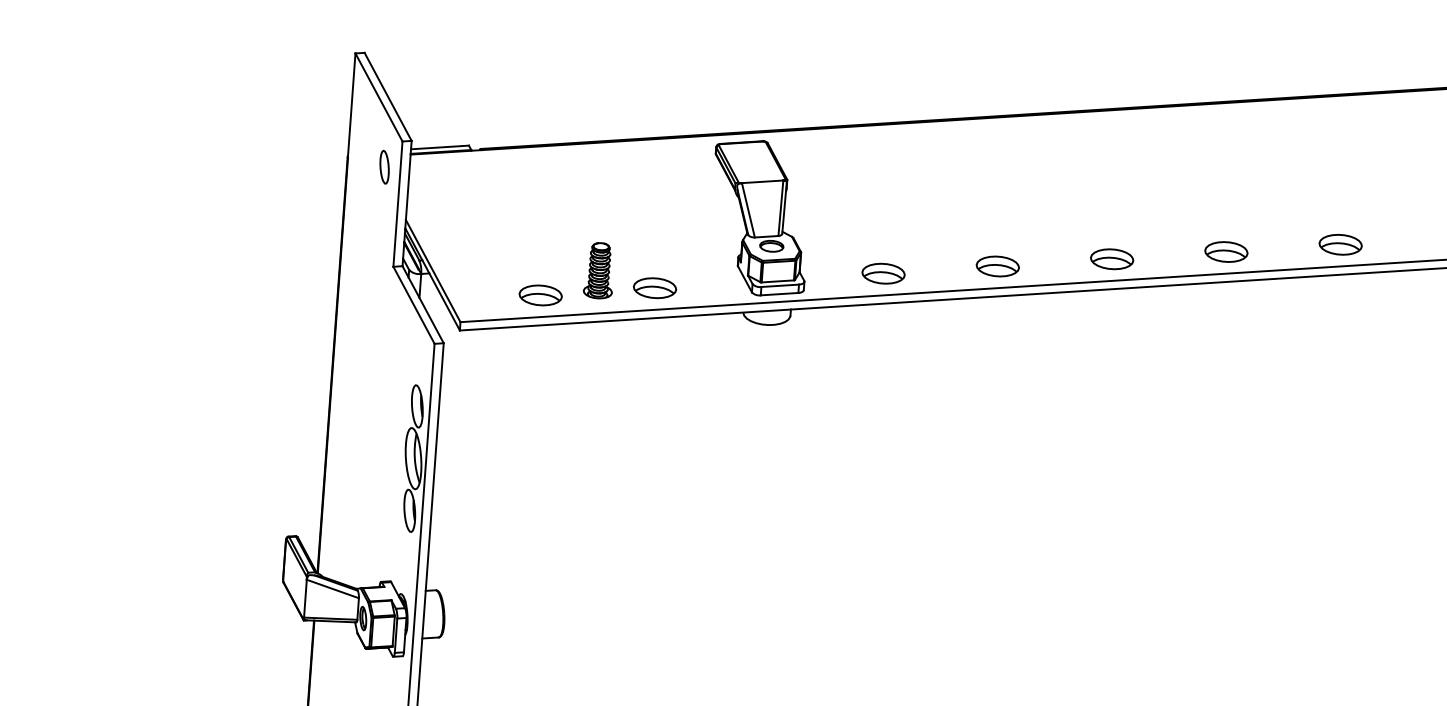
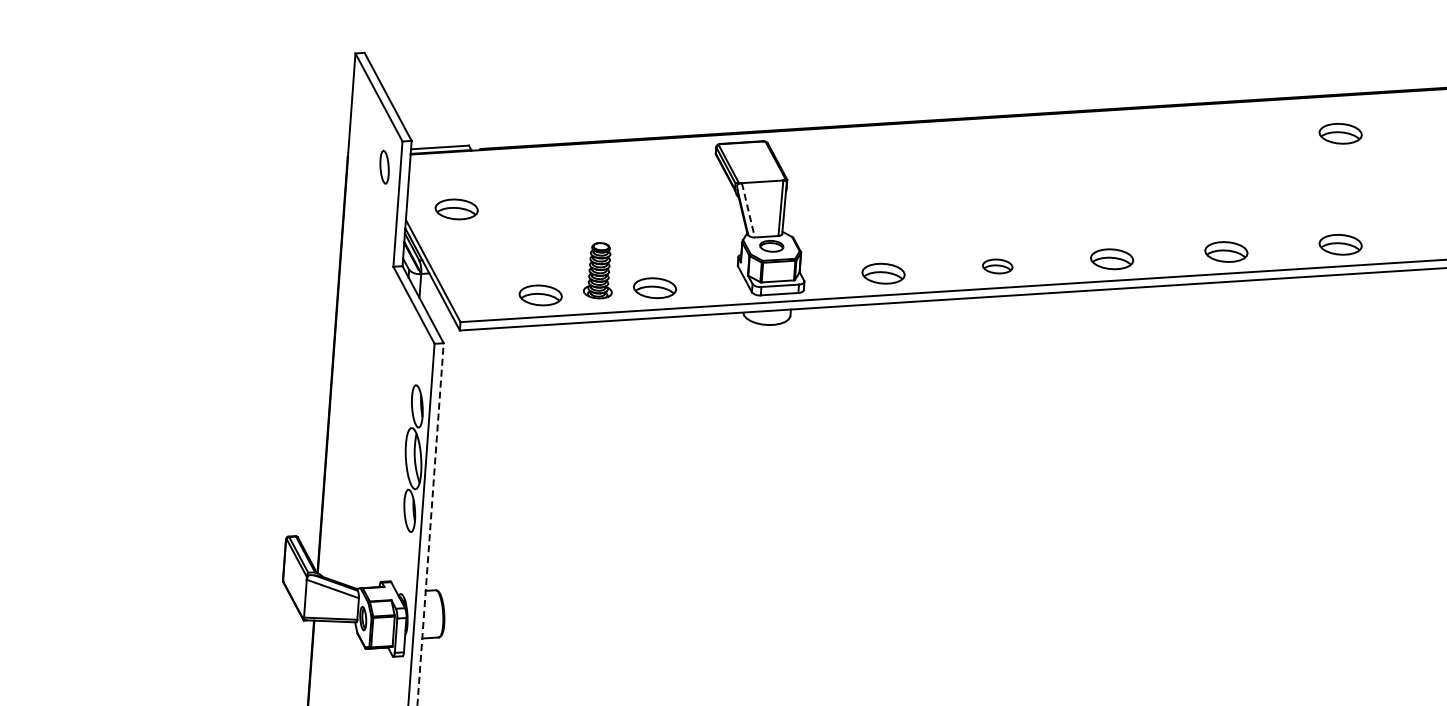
part at (1340, 133): none -> present
part at (456, 209): none -> present
line at (748, 210): solid -> dashed
part at (997, 266) size: 45x23 px -> 32x17 px
line at (430, 523): solid -> dashed
